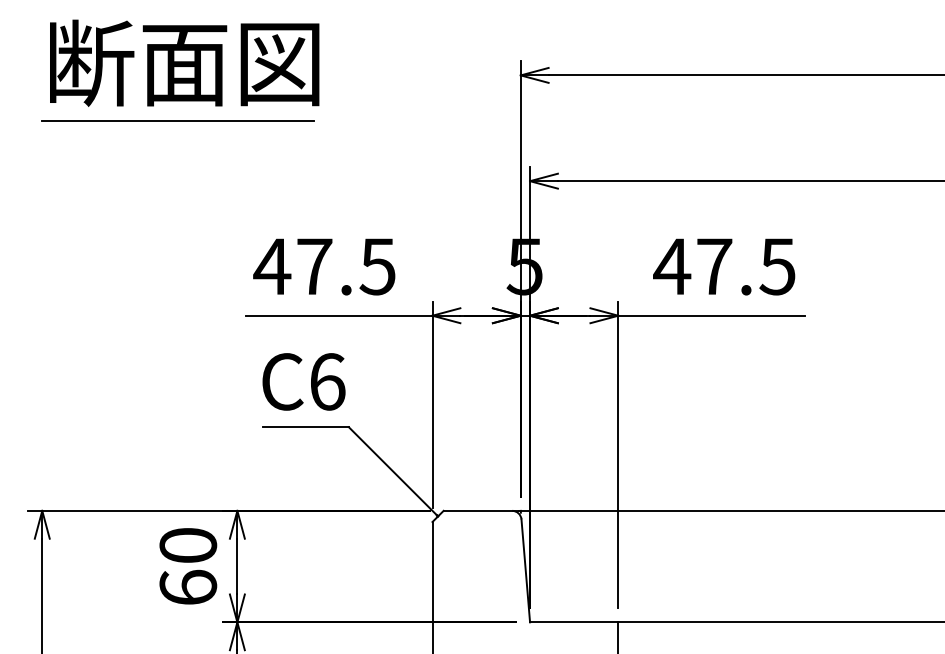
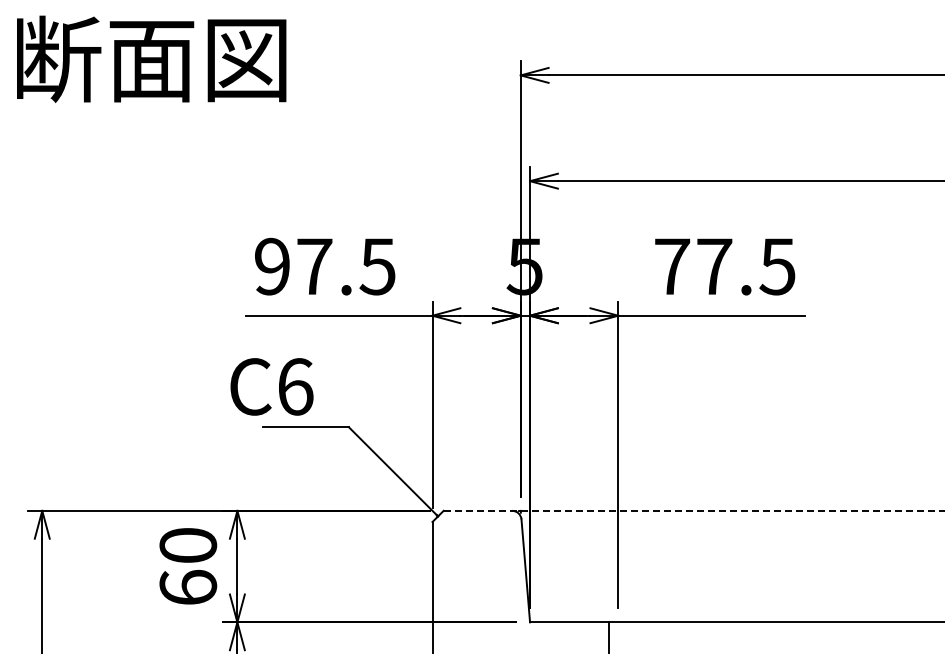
text at (184, 62) position: (184, 62) -> (151, 58)
line at (178, 120): present -> none
text at (272, 266): 47.5 -> 97.5
text at (672, 266): 47.5 -> 77.5
text at (303, 381) position: (303, 381) -> (271, 386)
line at (694, 510): solid -> dashed
line at (618, 636) position: (618, 636) -> (609, 636)
